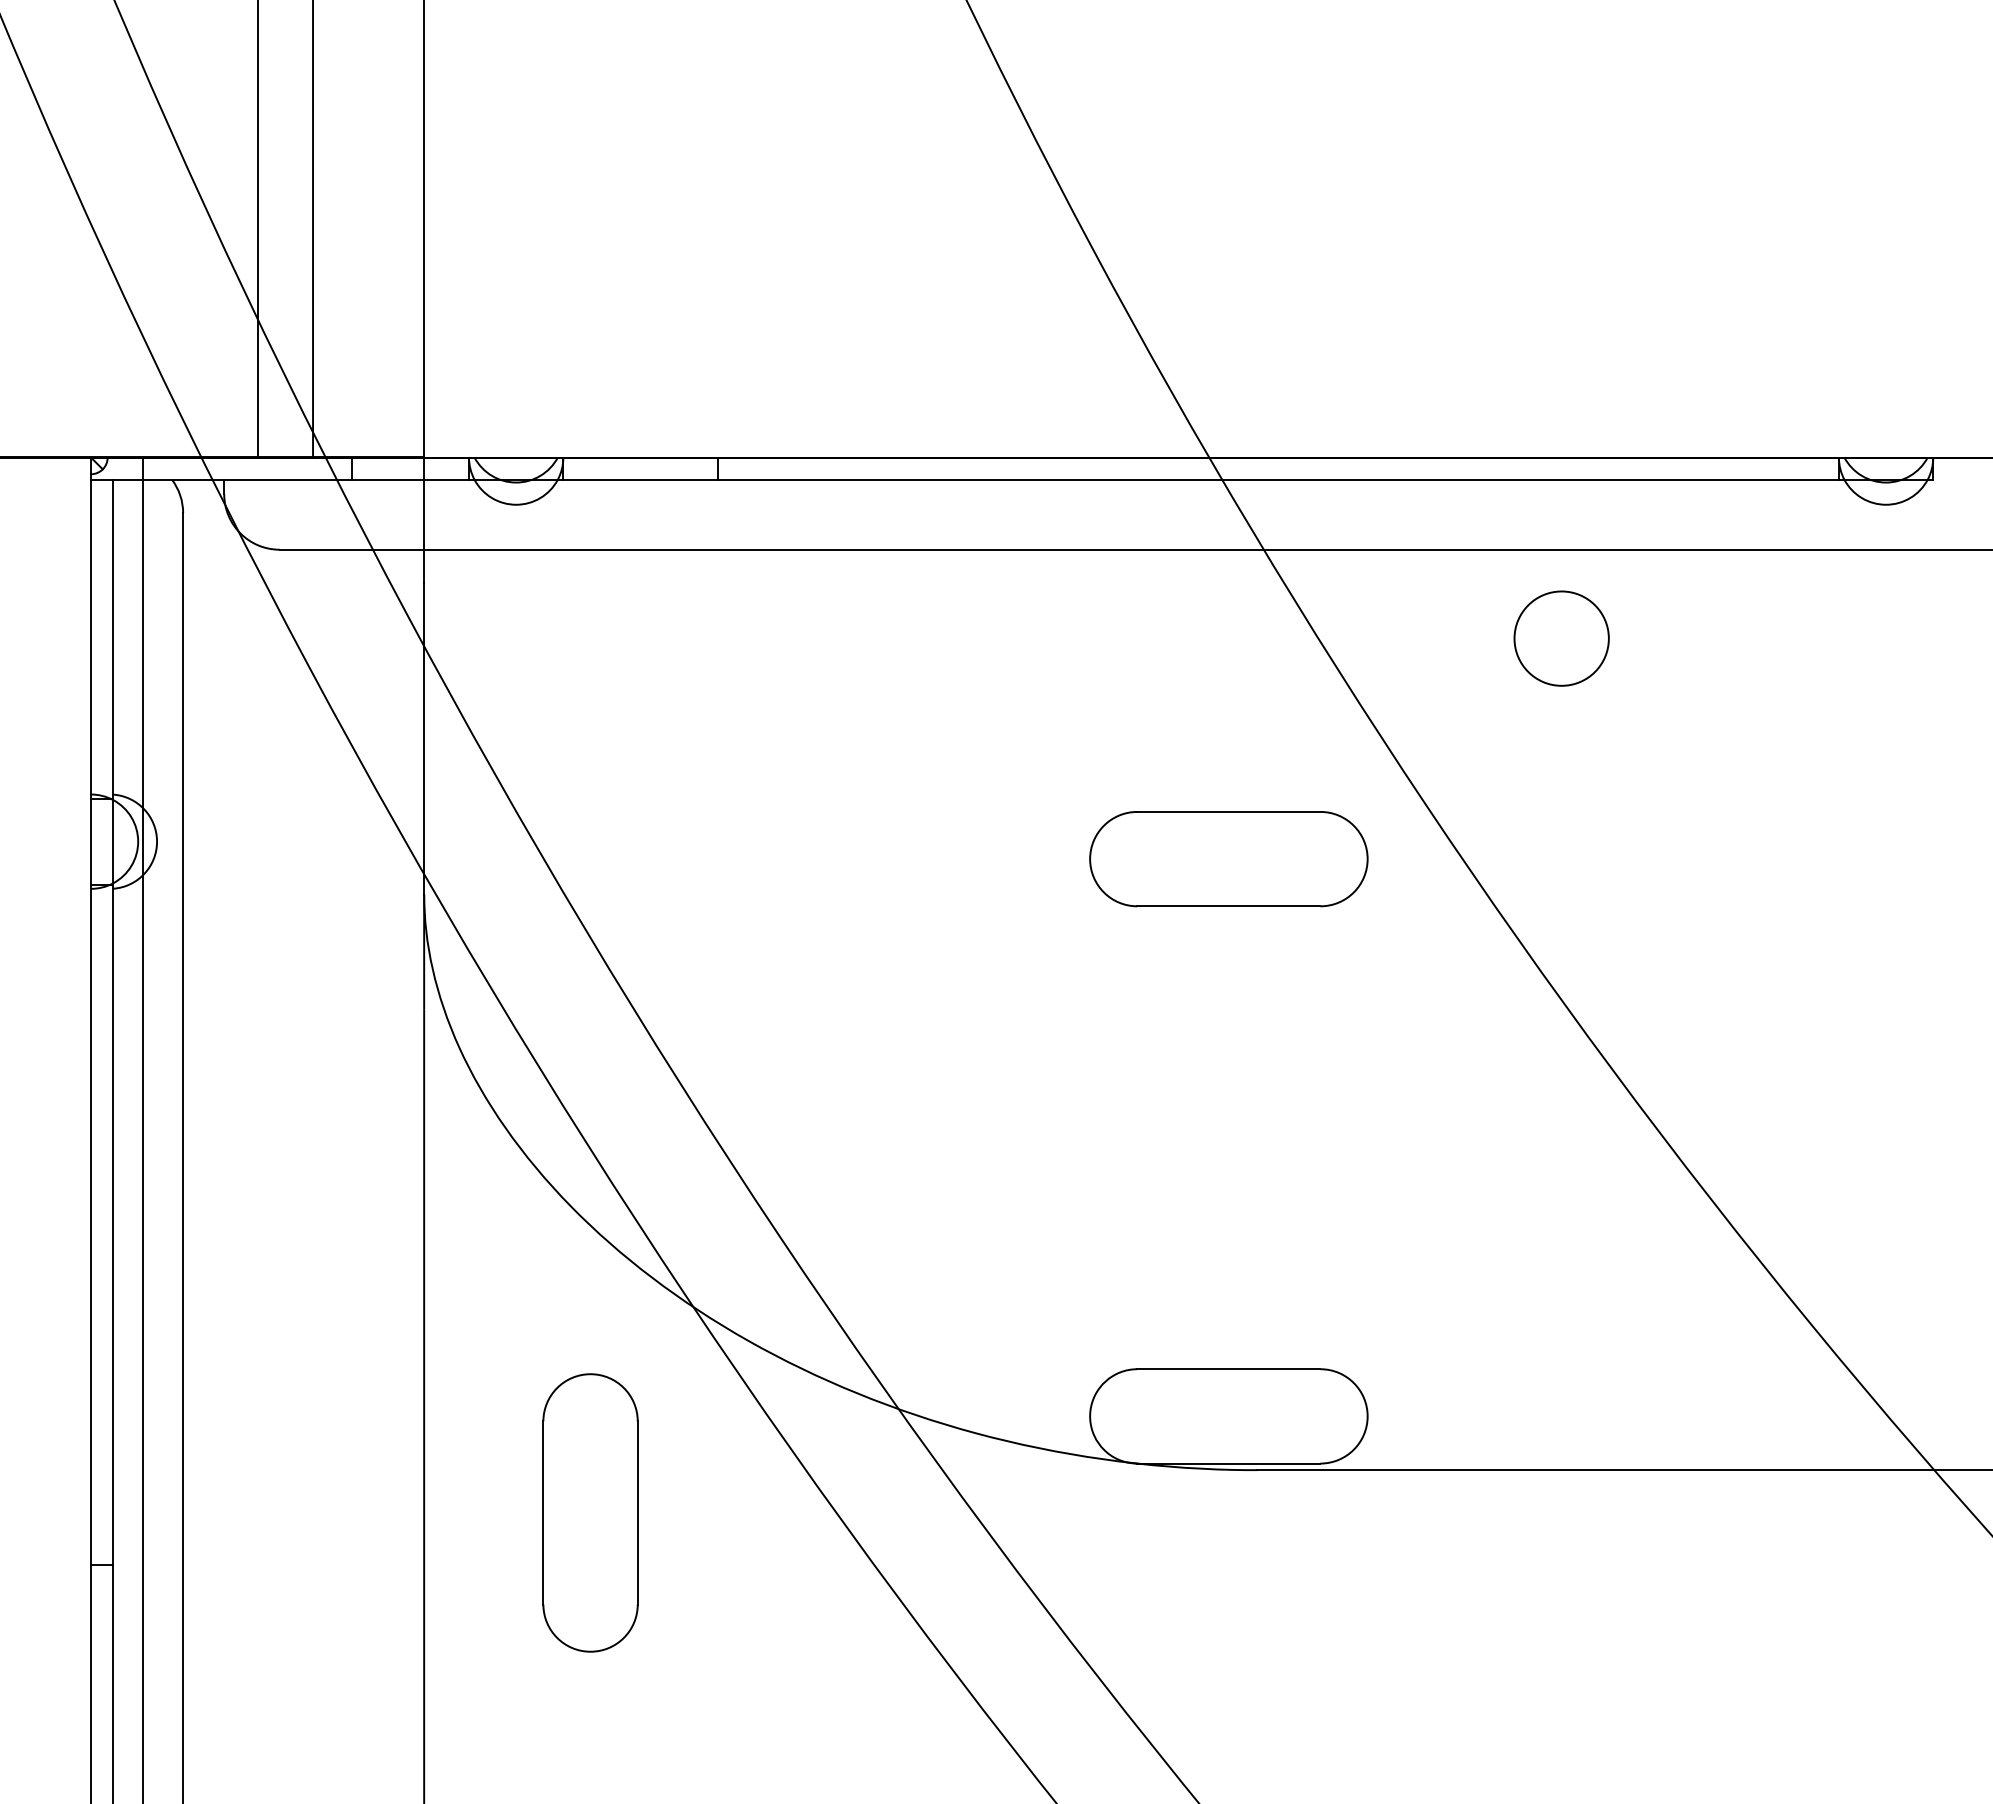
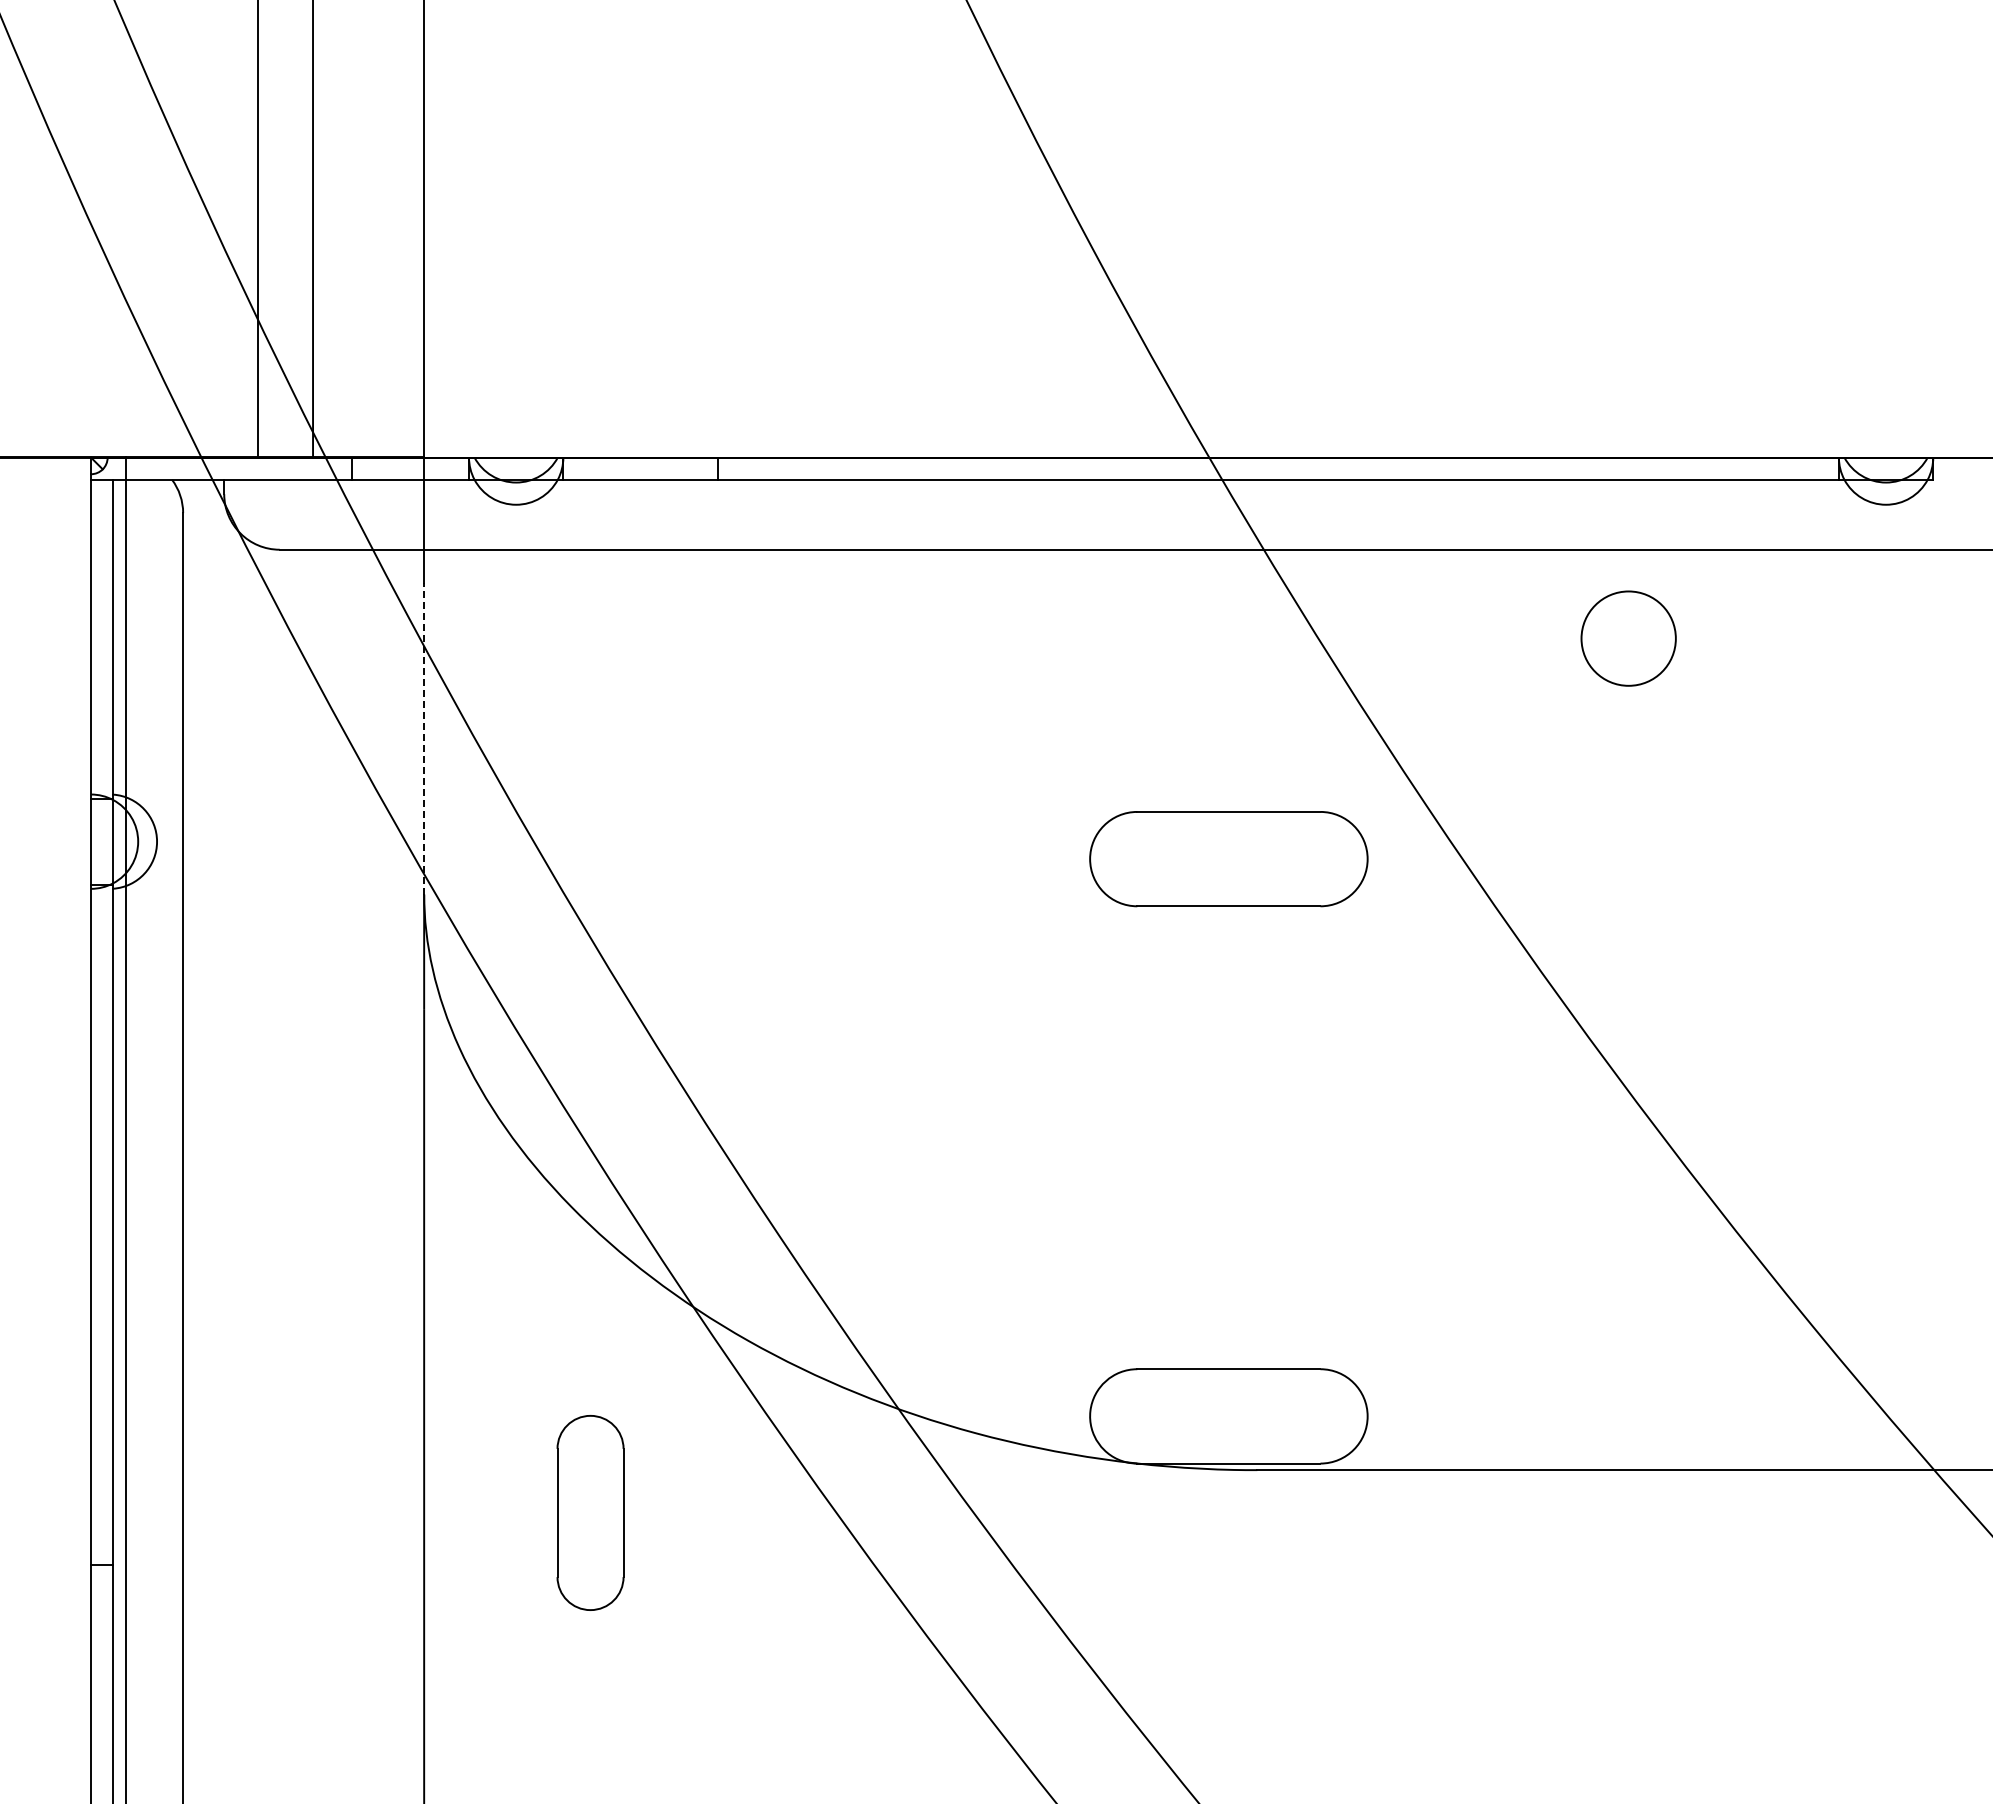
circle at (1561, 638) position: (1561, 638) -> (1628, 638)
line at (424, 738): solid -> dashed
line at (142, 1128) position: (142, 1128) -> (125, 1128)
part at (590, 1512) size: 97x280 px -> 69x196 px
